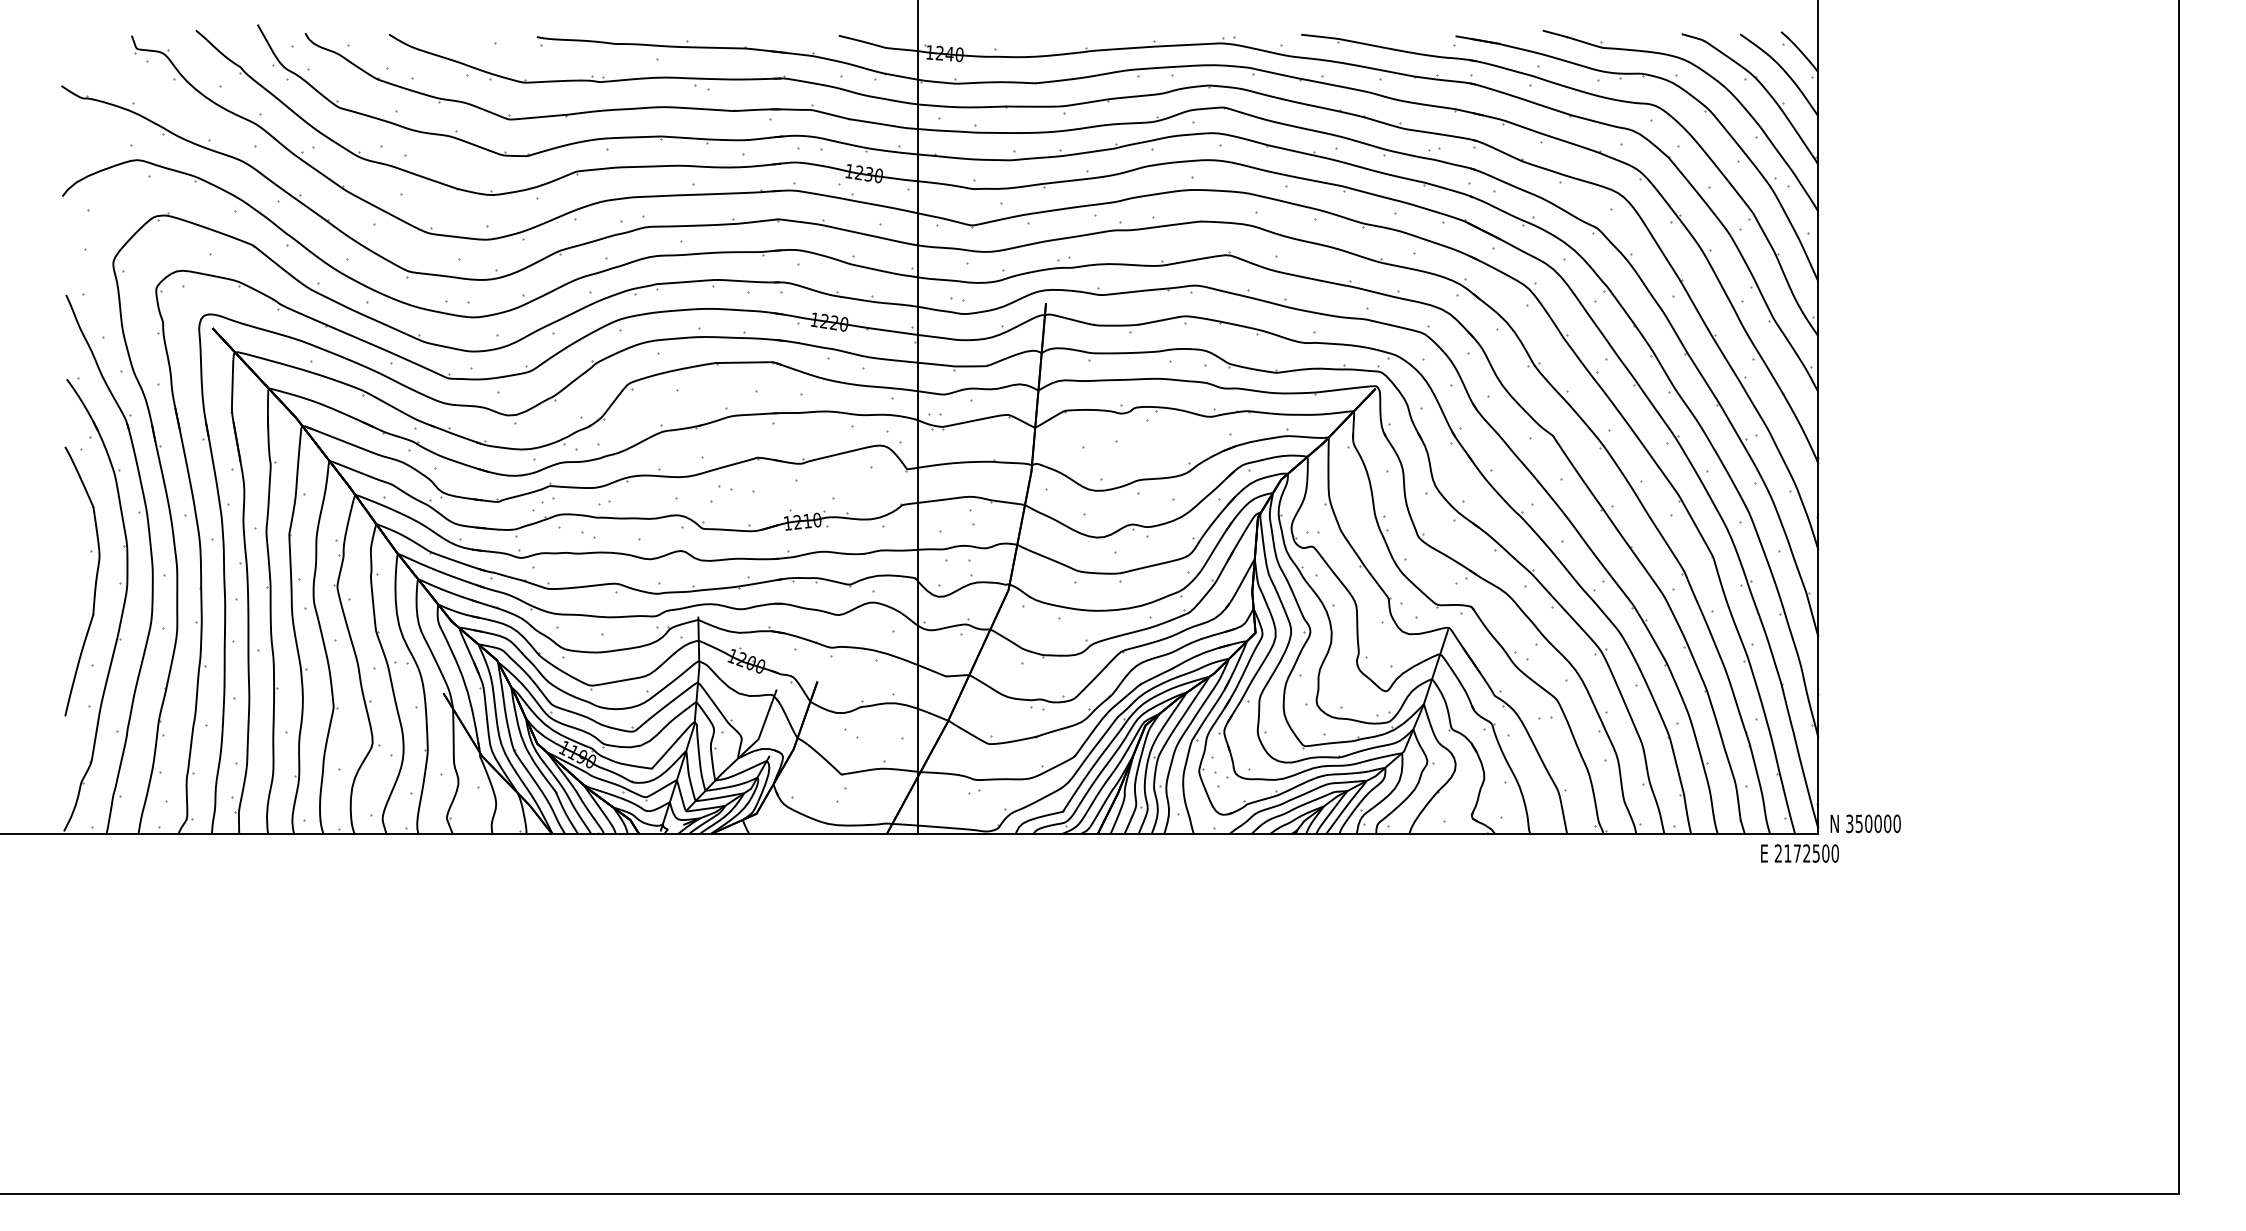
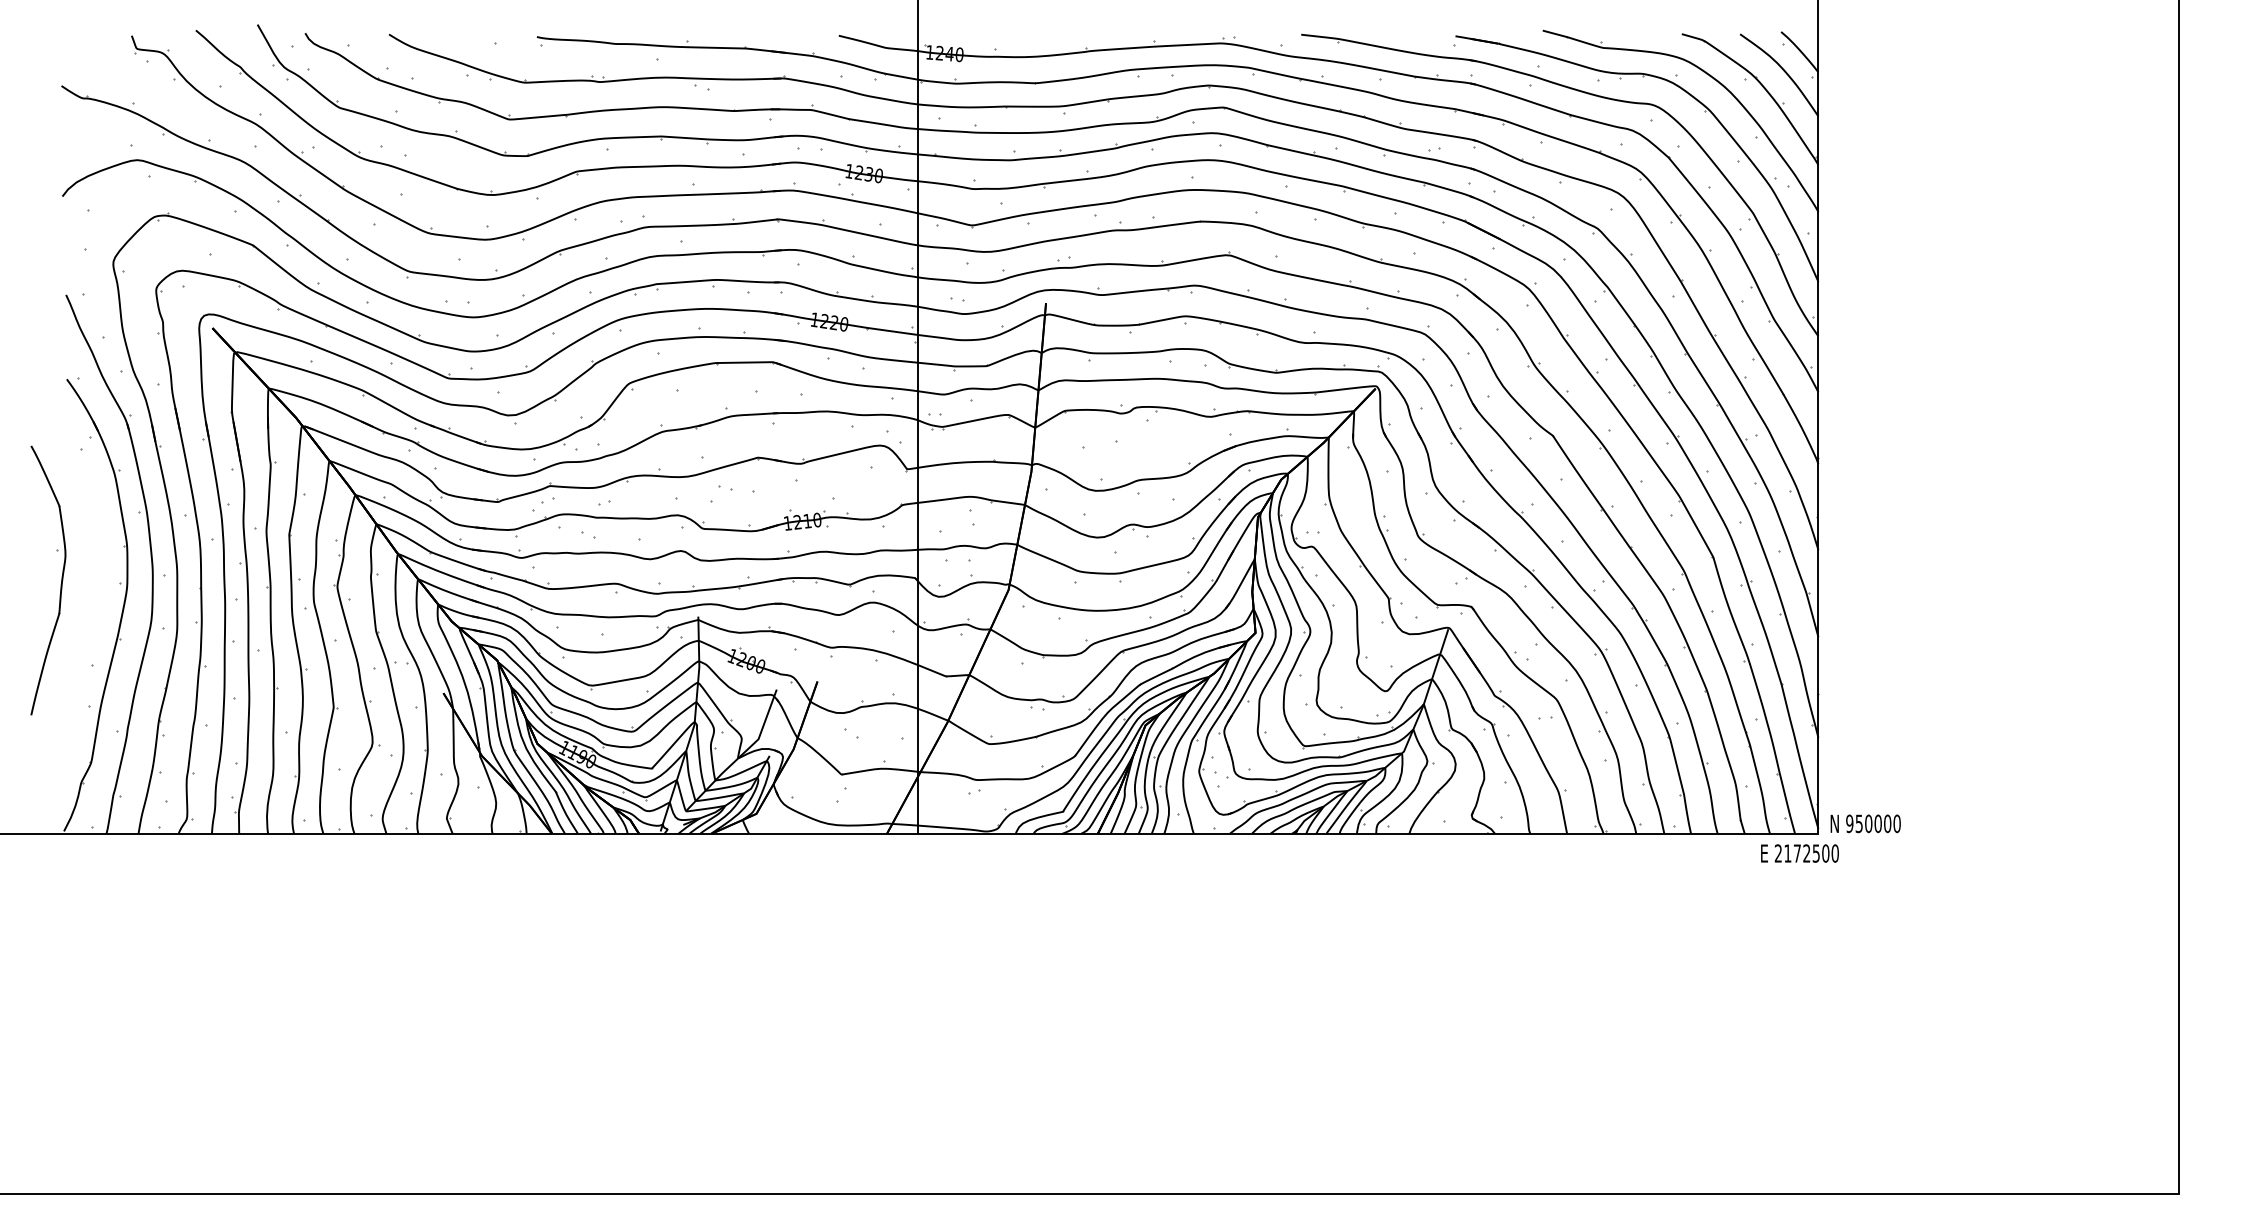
part at (94, 585) position: (94, 585) -> (60, 584)
text at (1849, 823): 350000 -> 950000
